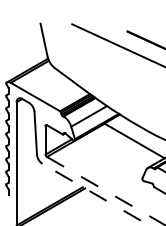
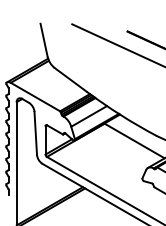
line at (106, 191): dashed -> solid
line at (96, 194): dashed -> solid
